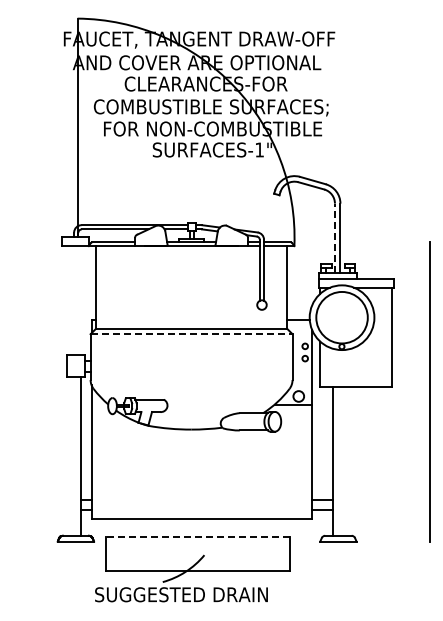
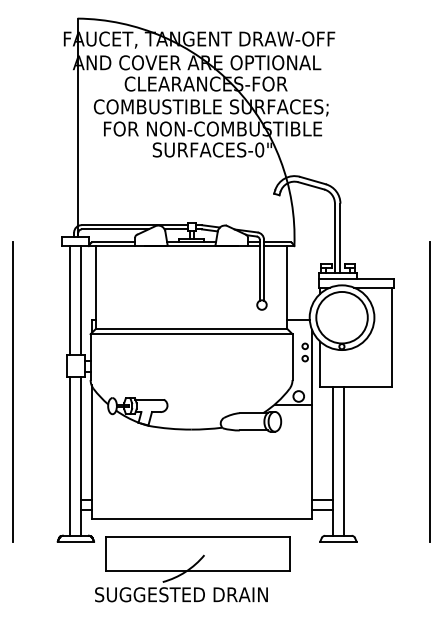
text at (259, 149): SURFACES-1" -> SURFACES-0"
line at (334, 237): dashed -> solid
line at (70, 300): none -> present
line at (81, 300): none -> present
line at (191, 334): dashed -> solid
line at (12, 391): none -> present
line at (70, 456): none -> present
line at (343, 461): none -> present
line at (198, 536): dashed -> solid
